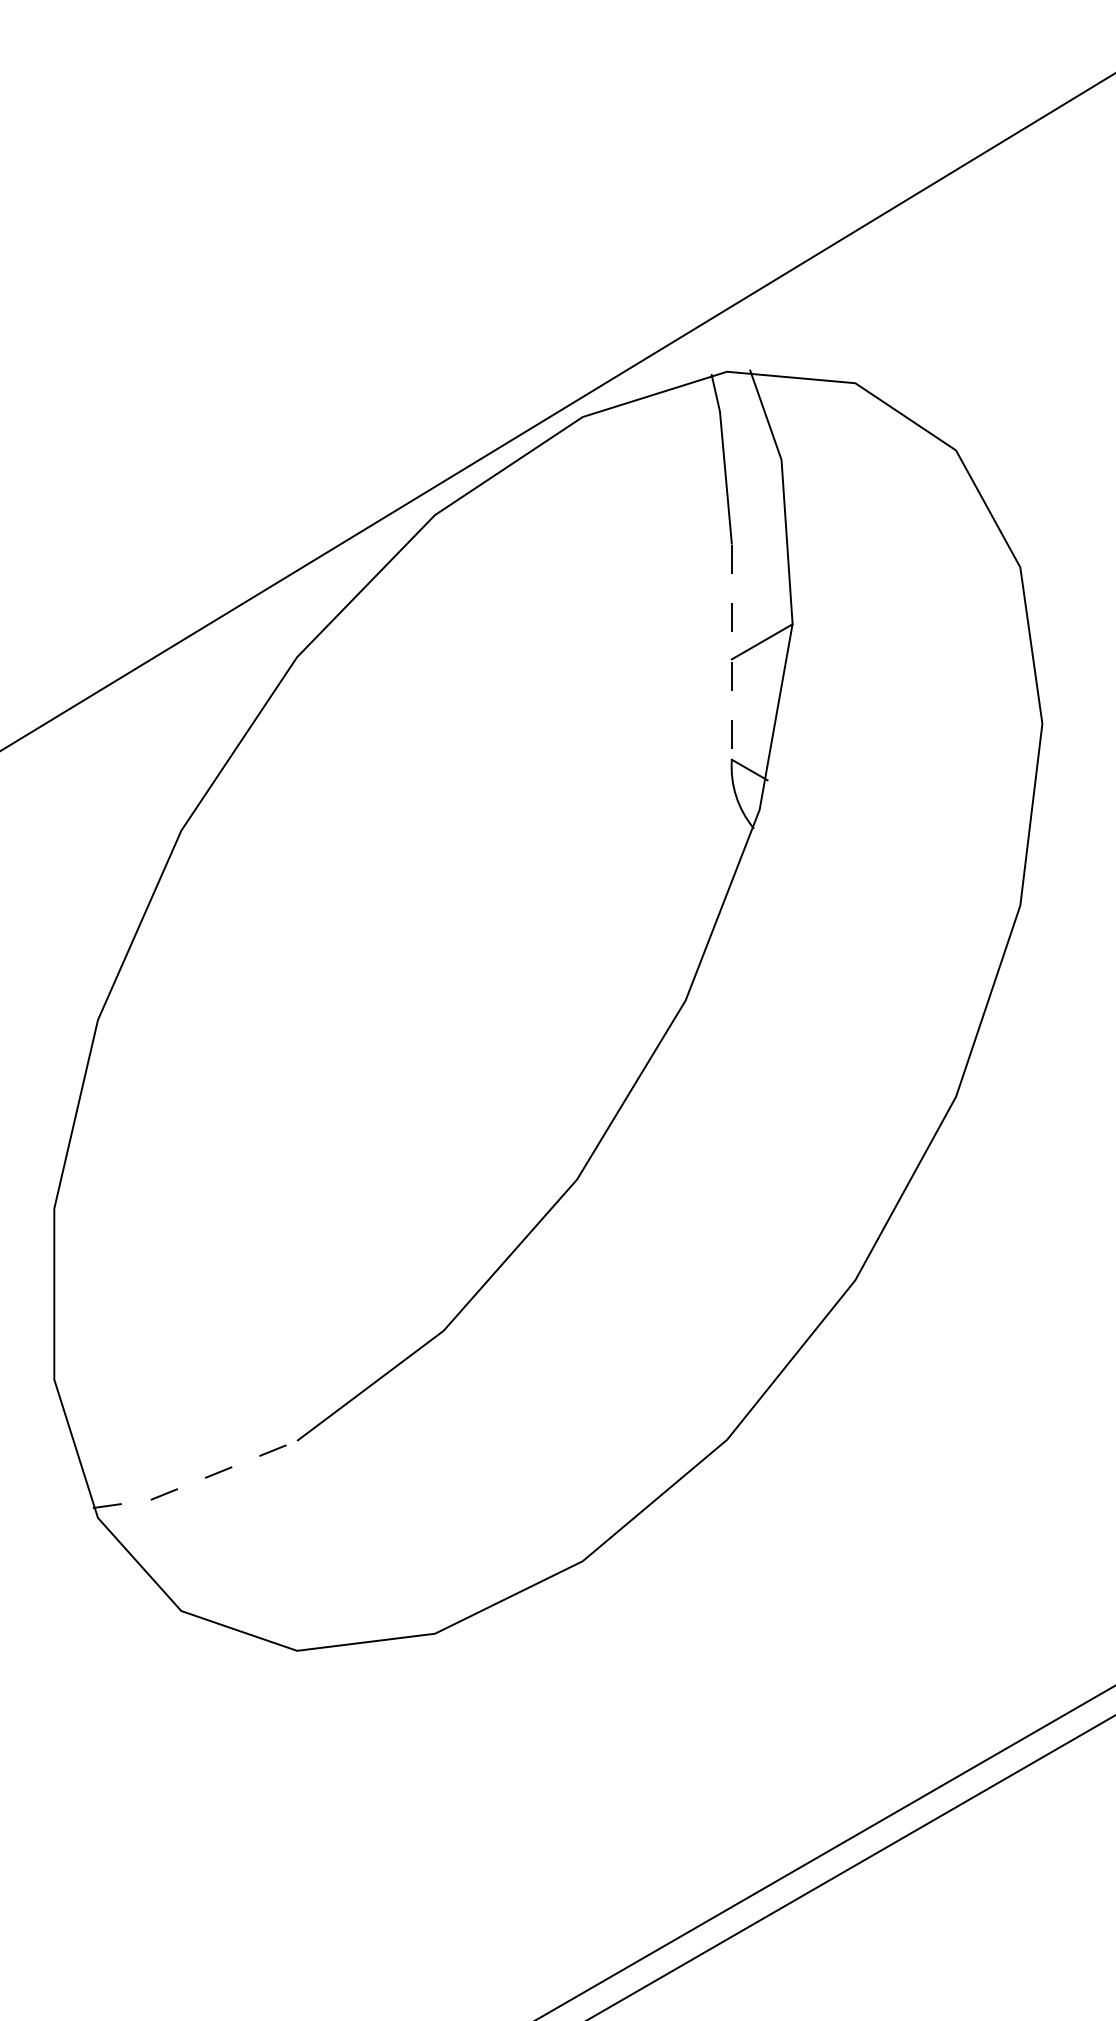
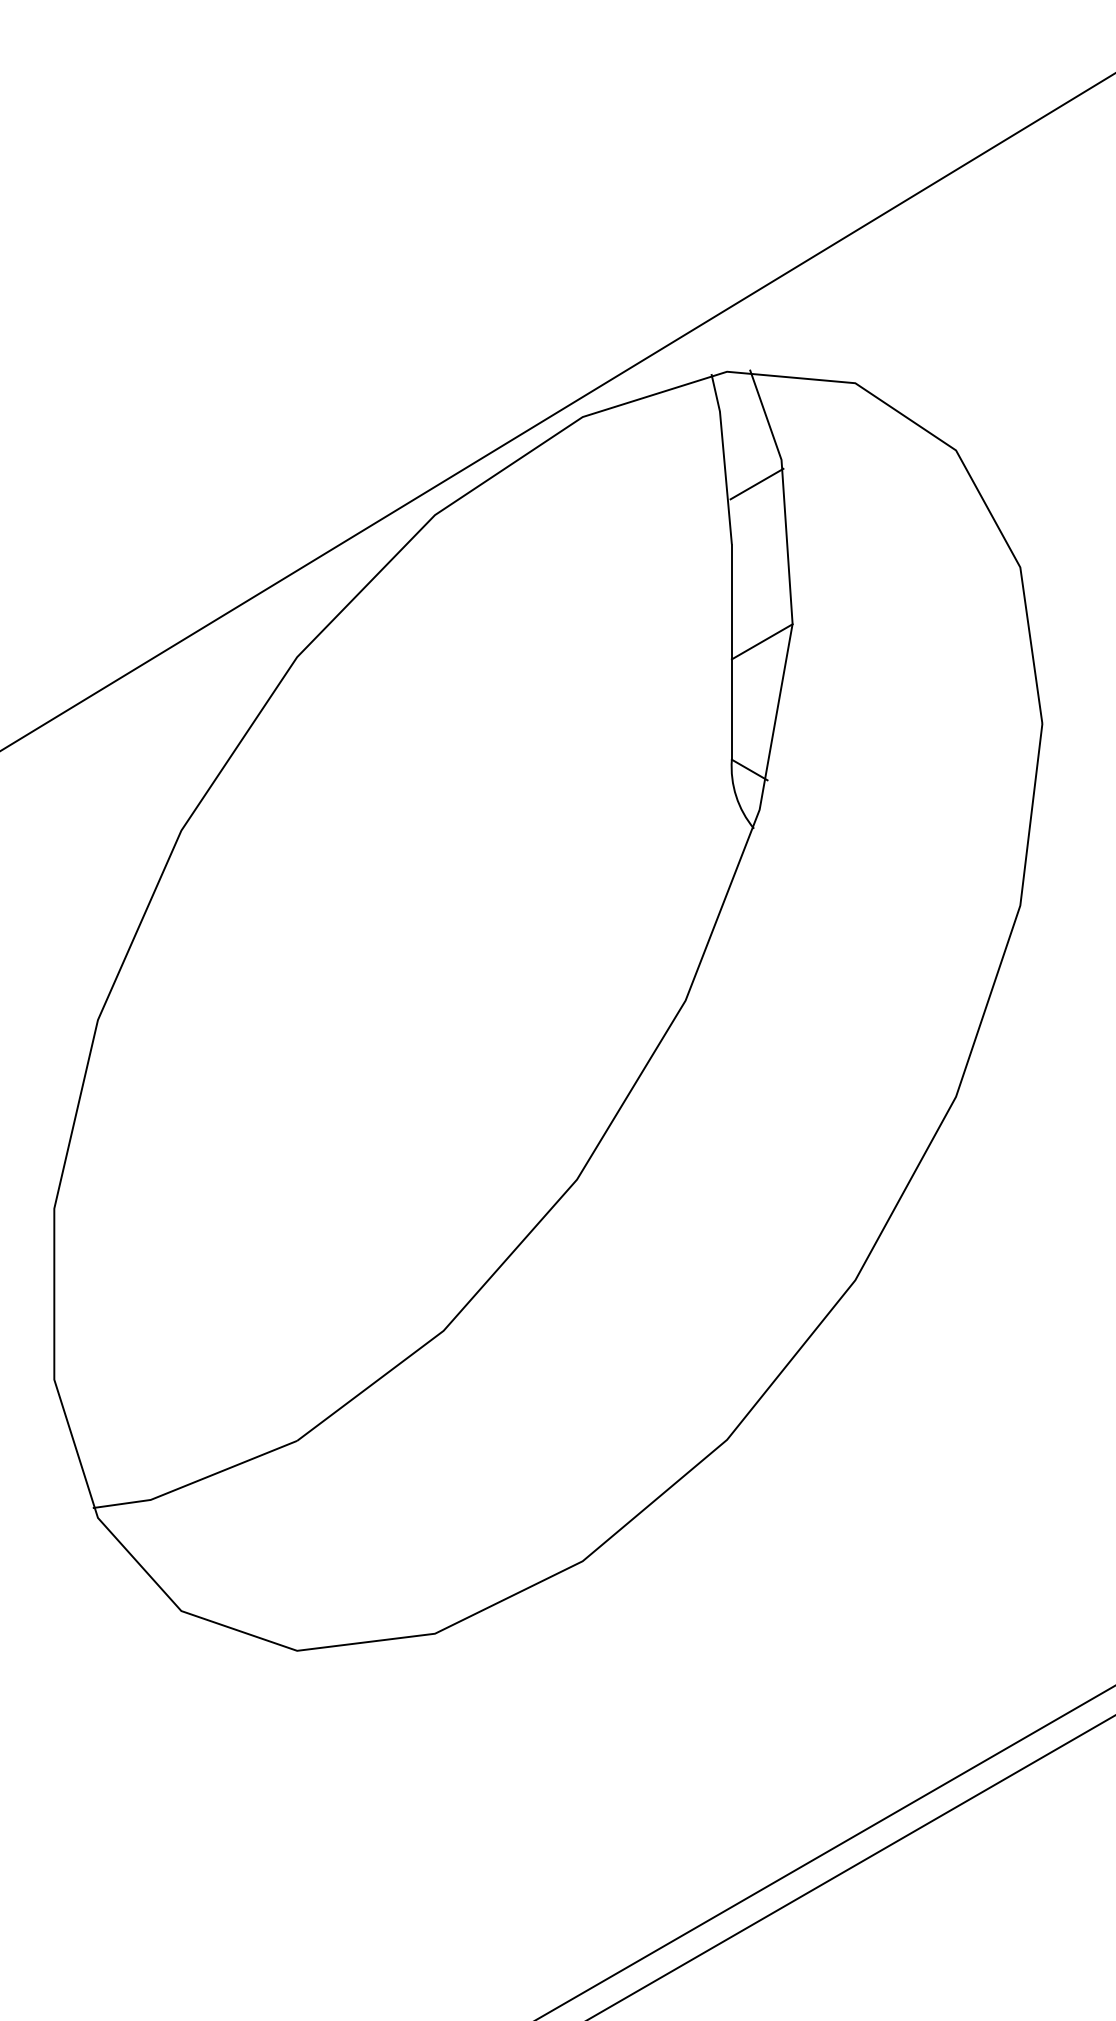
line at (756, 483): none -> present
line at (731, 652): dashed -> solid
line at (196, 1481): dashed -> solid
